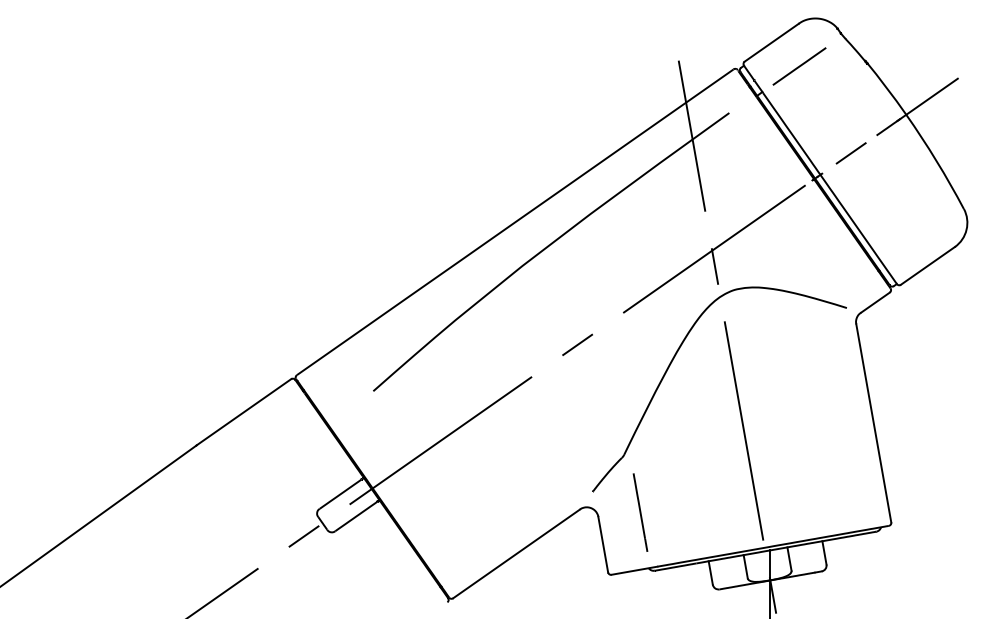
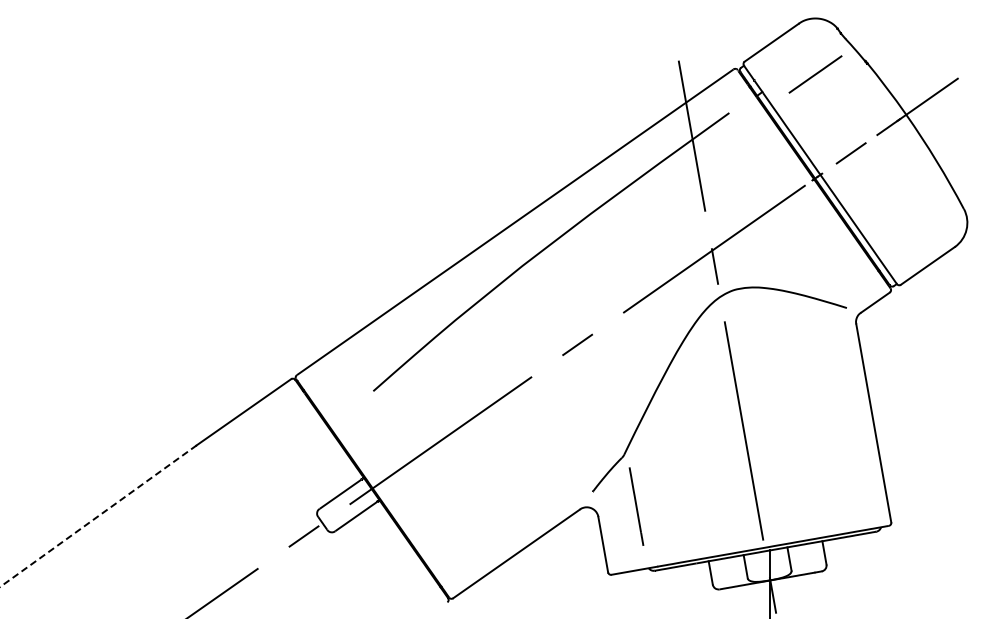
line at (799, 66) position: (799, 66) -> (815, 74)
line at (640, 512) position: (640, 512) -> (636, 506)
line at (98, 515): solid -> dashed
